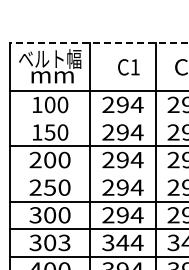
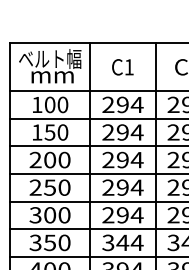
line at (98, 43): dashed -> solid
text at (128, 67) position: (128, 67) -> (122, 67)
line at (97, 118): none -> present
line at (97, 173): none -> present
text at (57, 242): 303 -> 350
